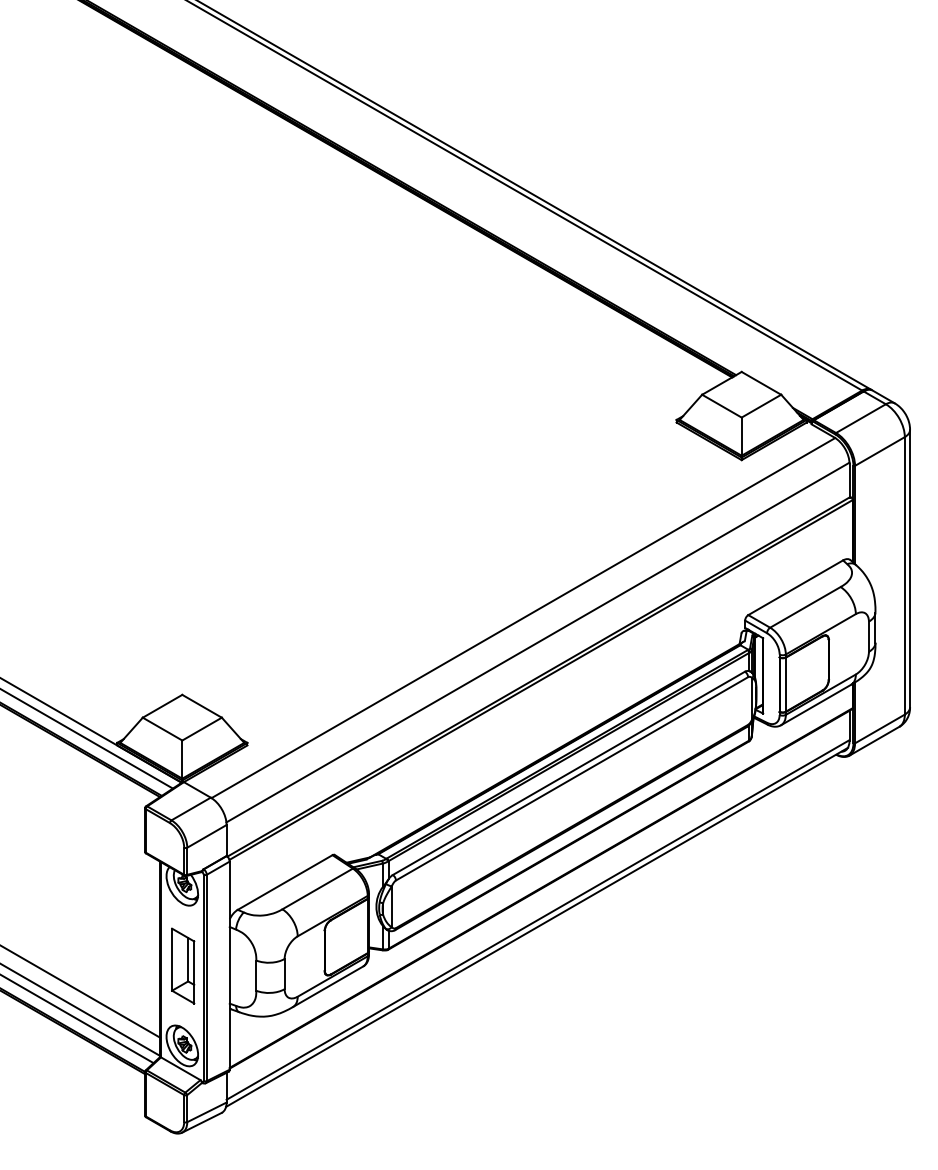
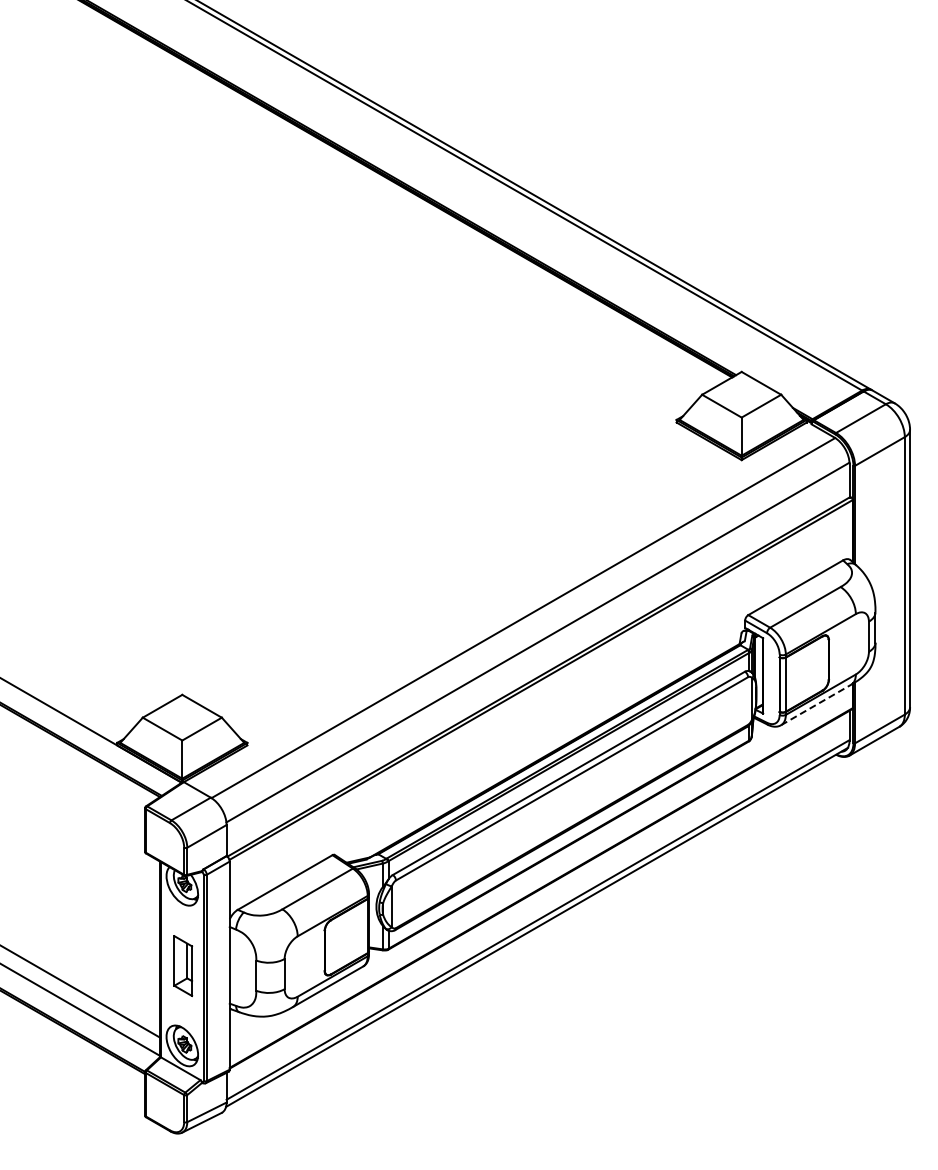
line at (816, 704): solid -> dashed
line at (87, 739): present -> none
part at (183, 965) size: 25x78 px -> 21x63 px
line at (77, 1019): present -> none
